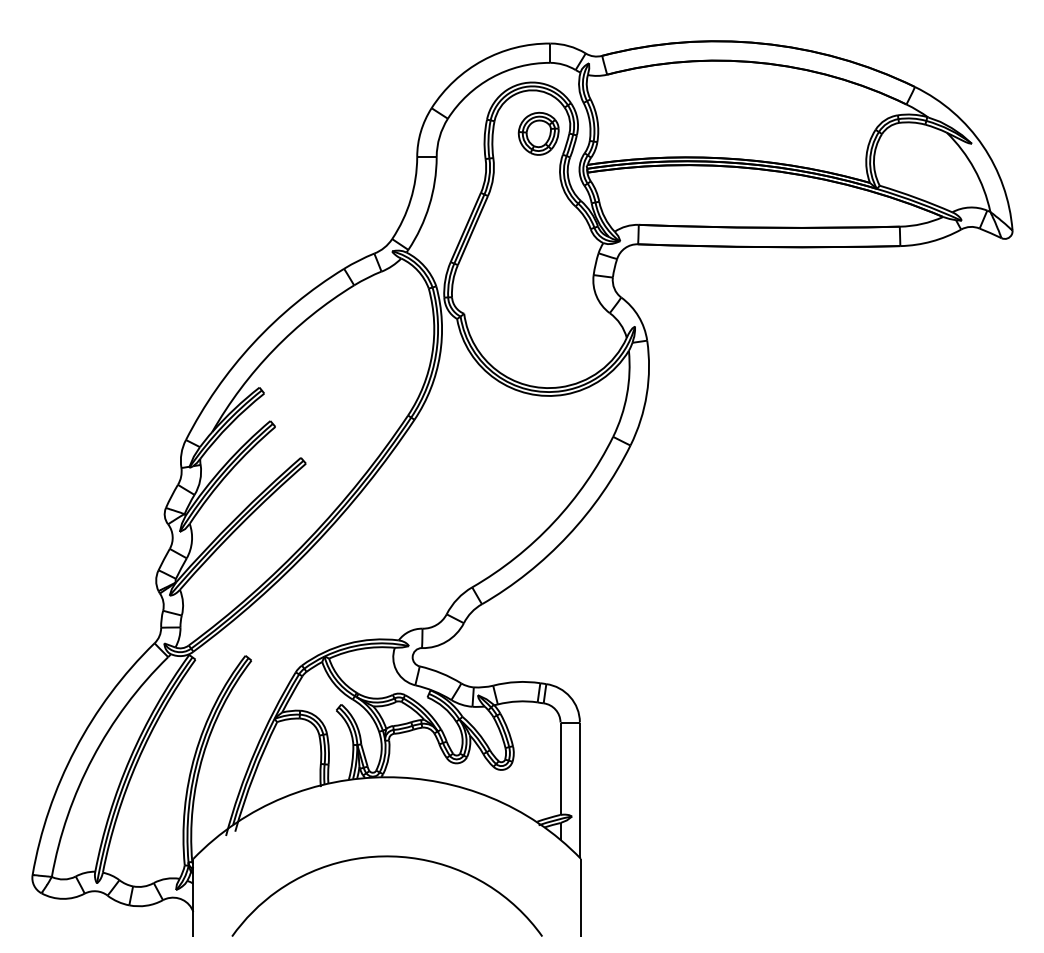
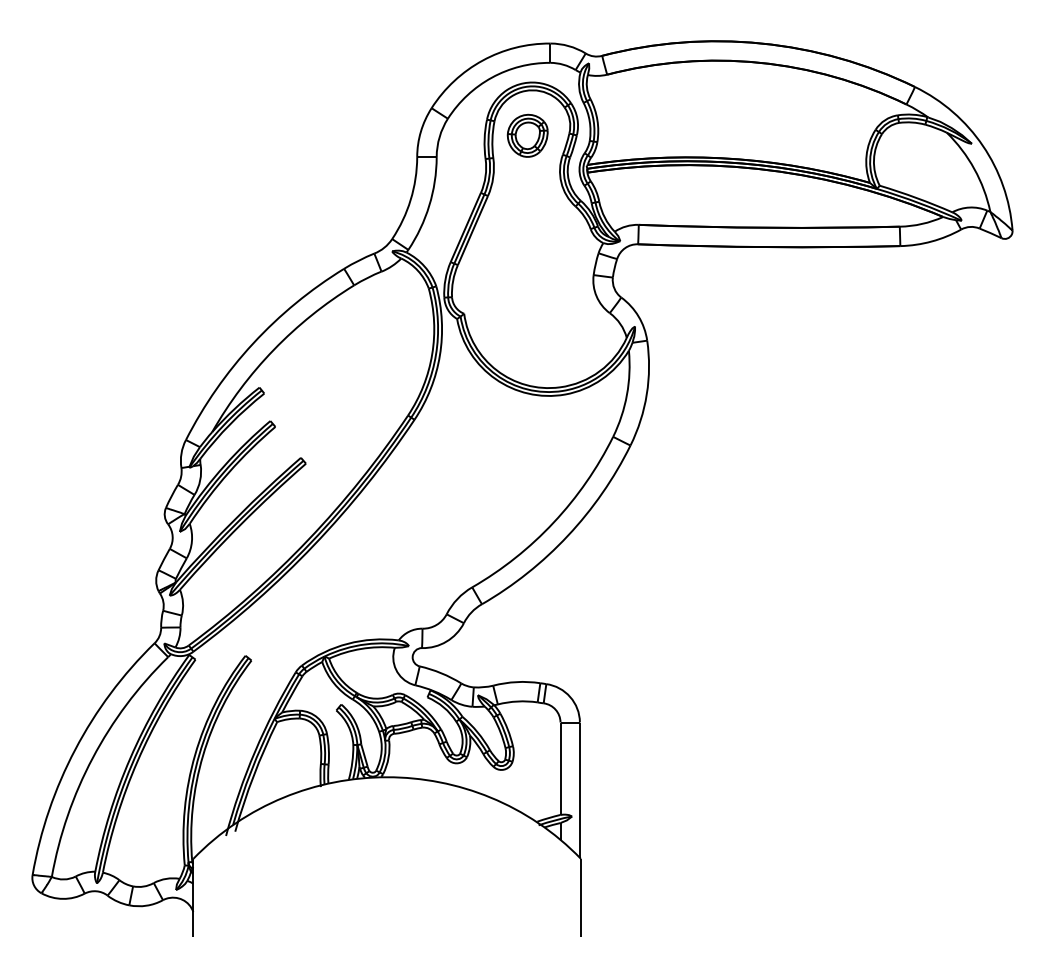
part at (538, 133) position: (538, 133) -> (527, 135)
curve at (386, 857): present -> none
